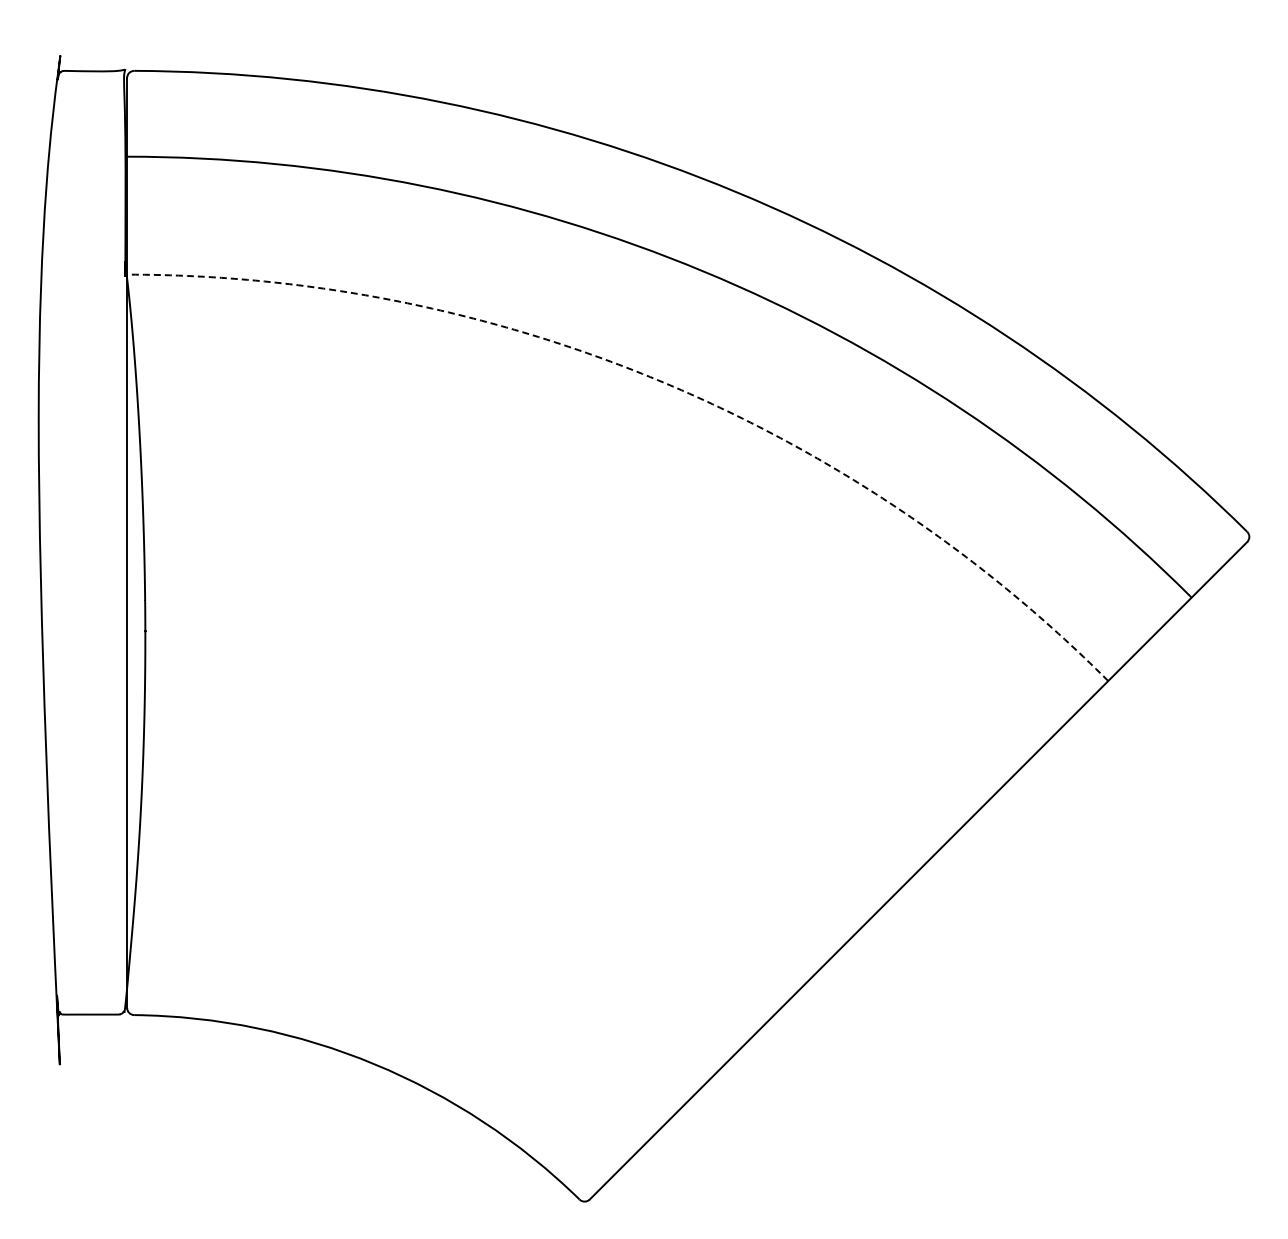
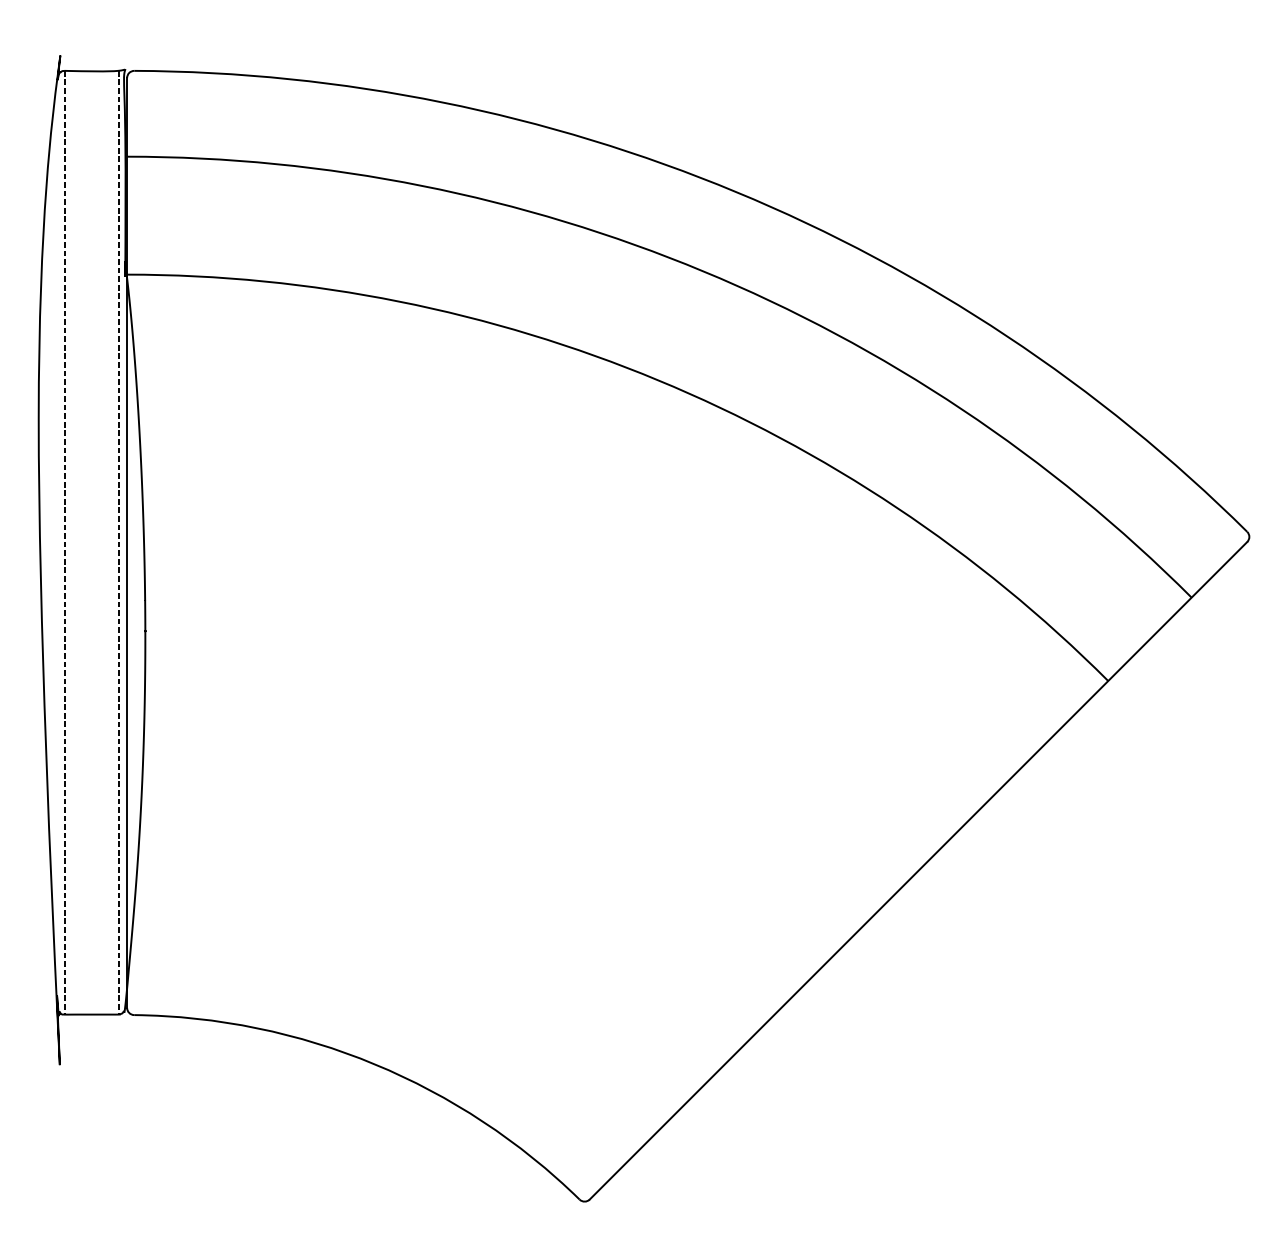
arc at (658, 380): dashed -> solid
line at (64, 542): none -> present
line at (118, 542): none -> present
